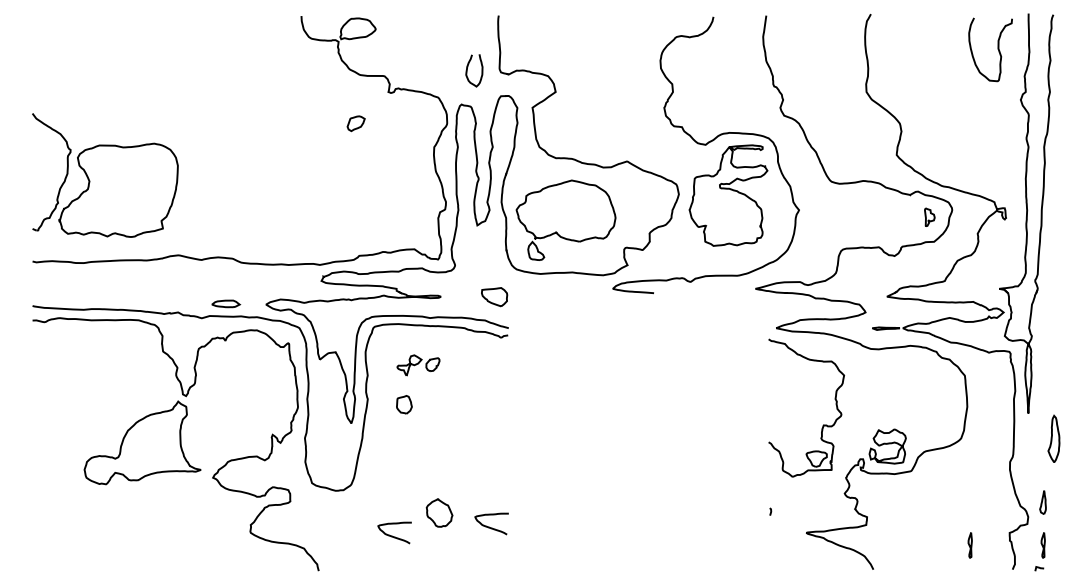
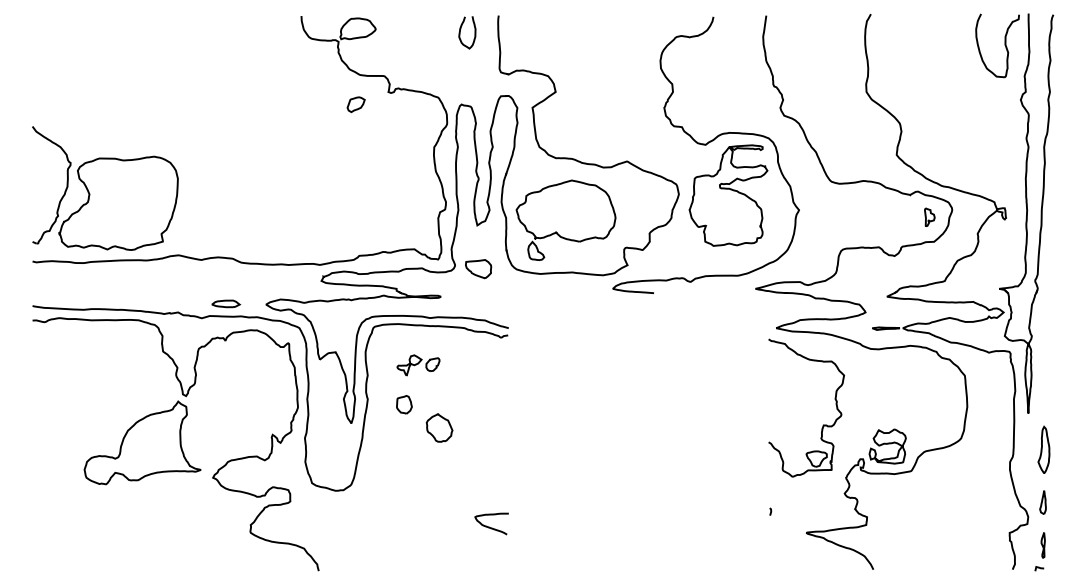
curve at (997, 49) position: (997, 49) -> (1004, 45)
curve at (468, 67) position: (468, 67) -> (461, 29)
part at (355, 123) position: (355, 123) -> (355, 104)
part at (105, 175) position: (105, 175) -> (105, 188)
part at (494, 297) position: (494, 297) -> (478, 269)
part at (1053, 438) position: (1053, 438) -> (1043, 449)
part at (439, 512) position: (439, 512) -> (439, 427)
curve at (392, 535): present -> none
part at (969, 545): present -> none
